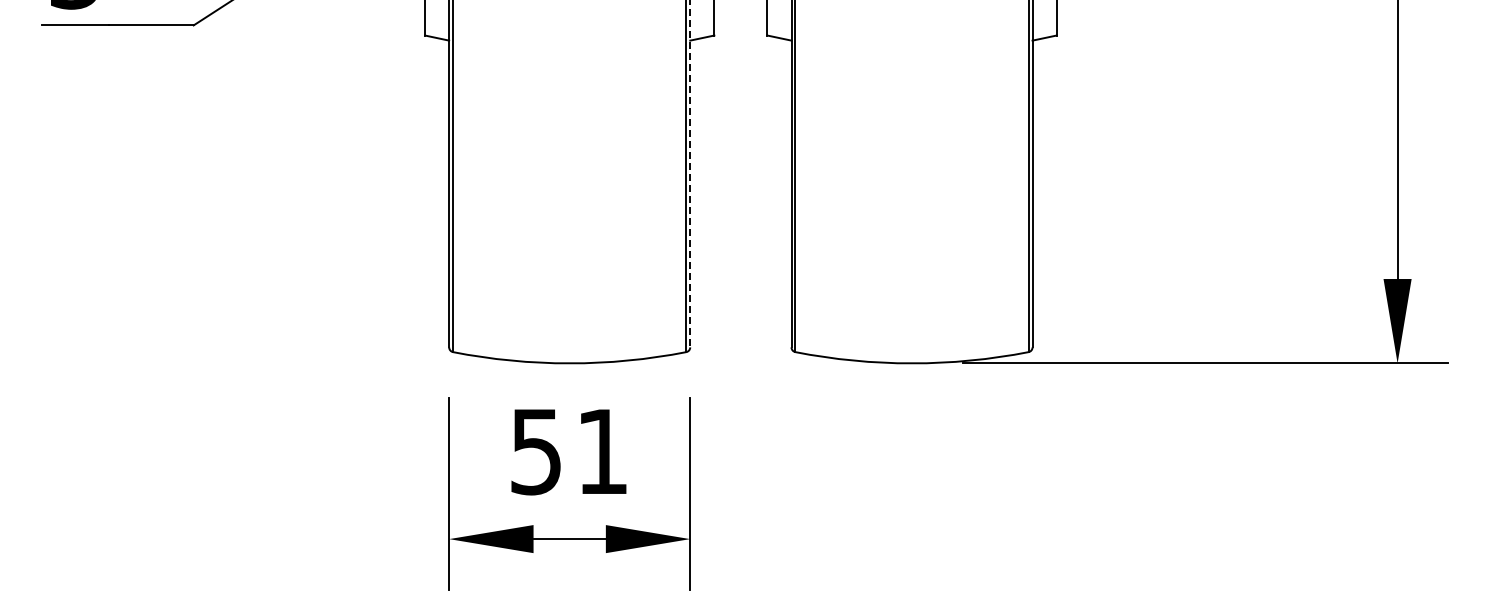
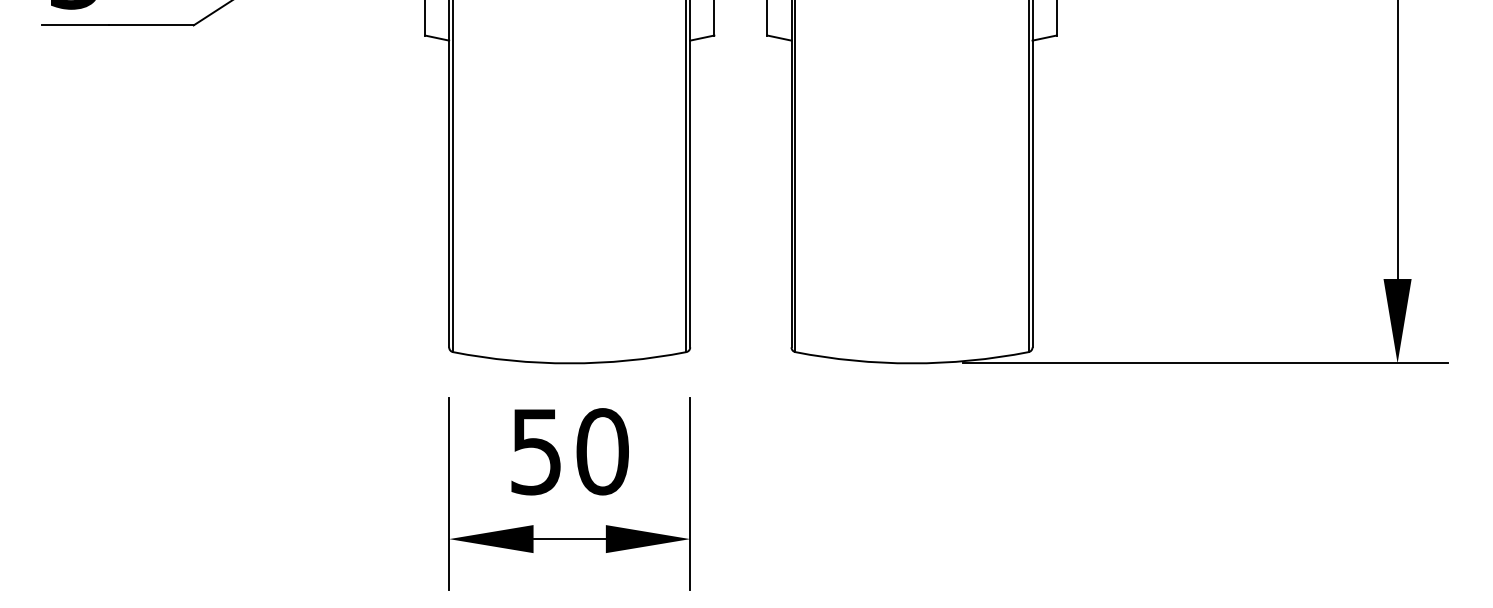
line at (690, 174): dashed -> solid
text at (602, 451): 51 -> 50
